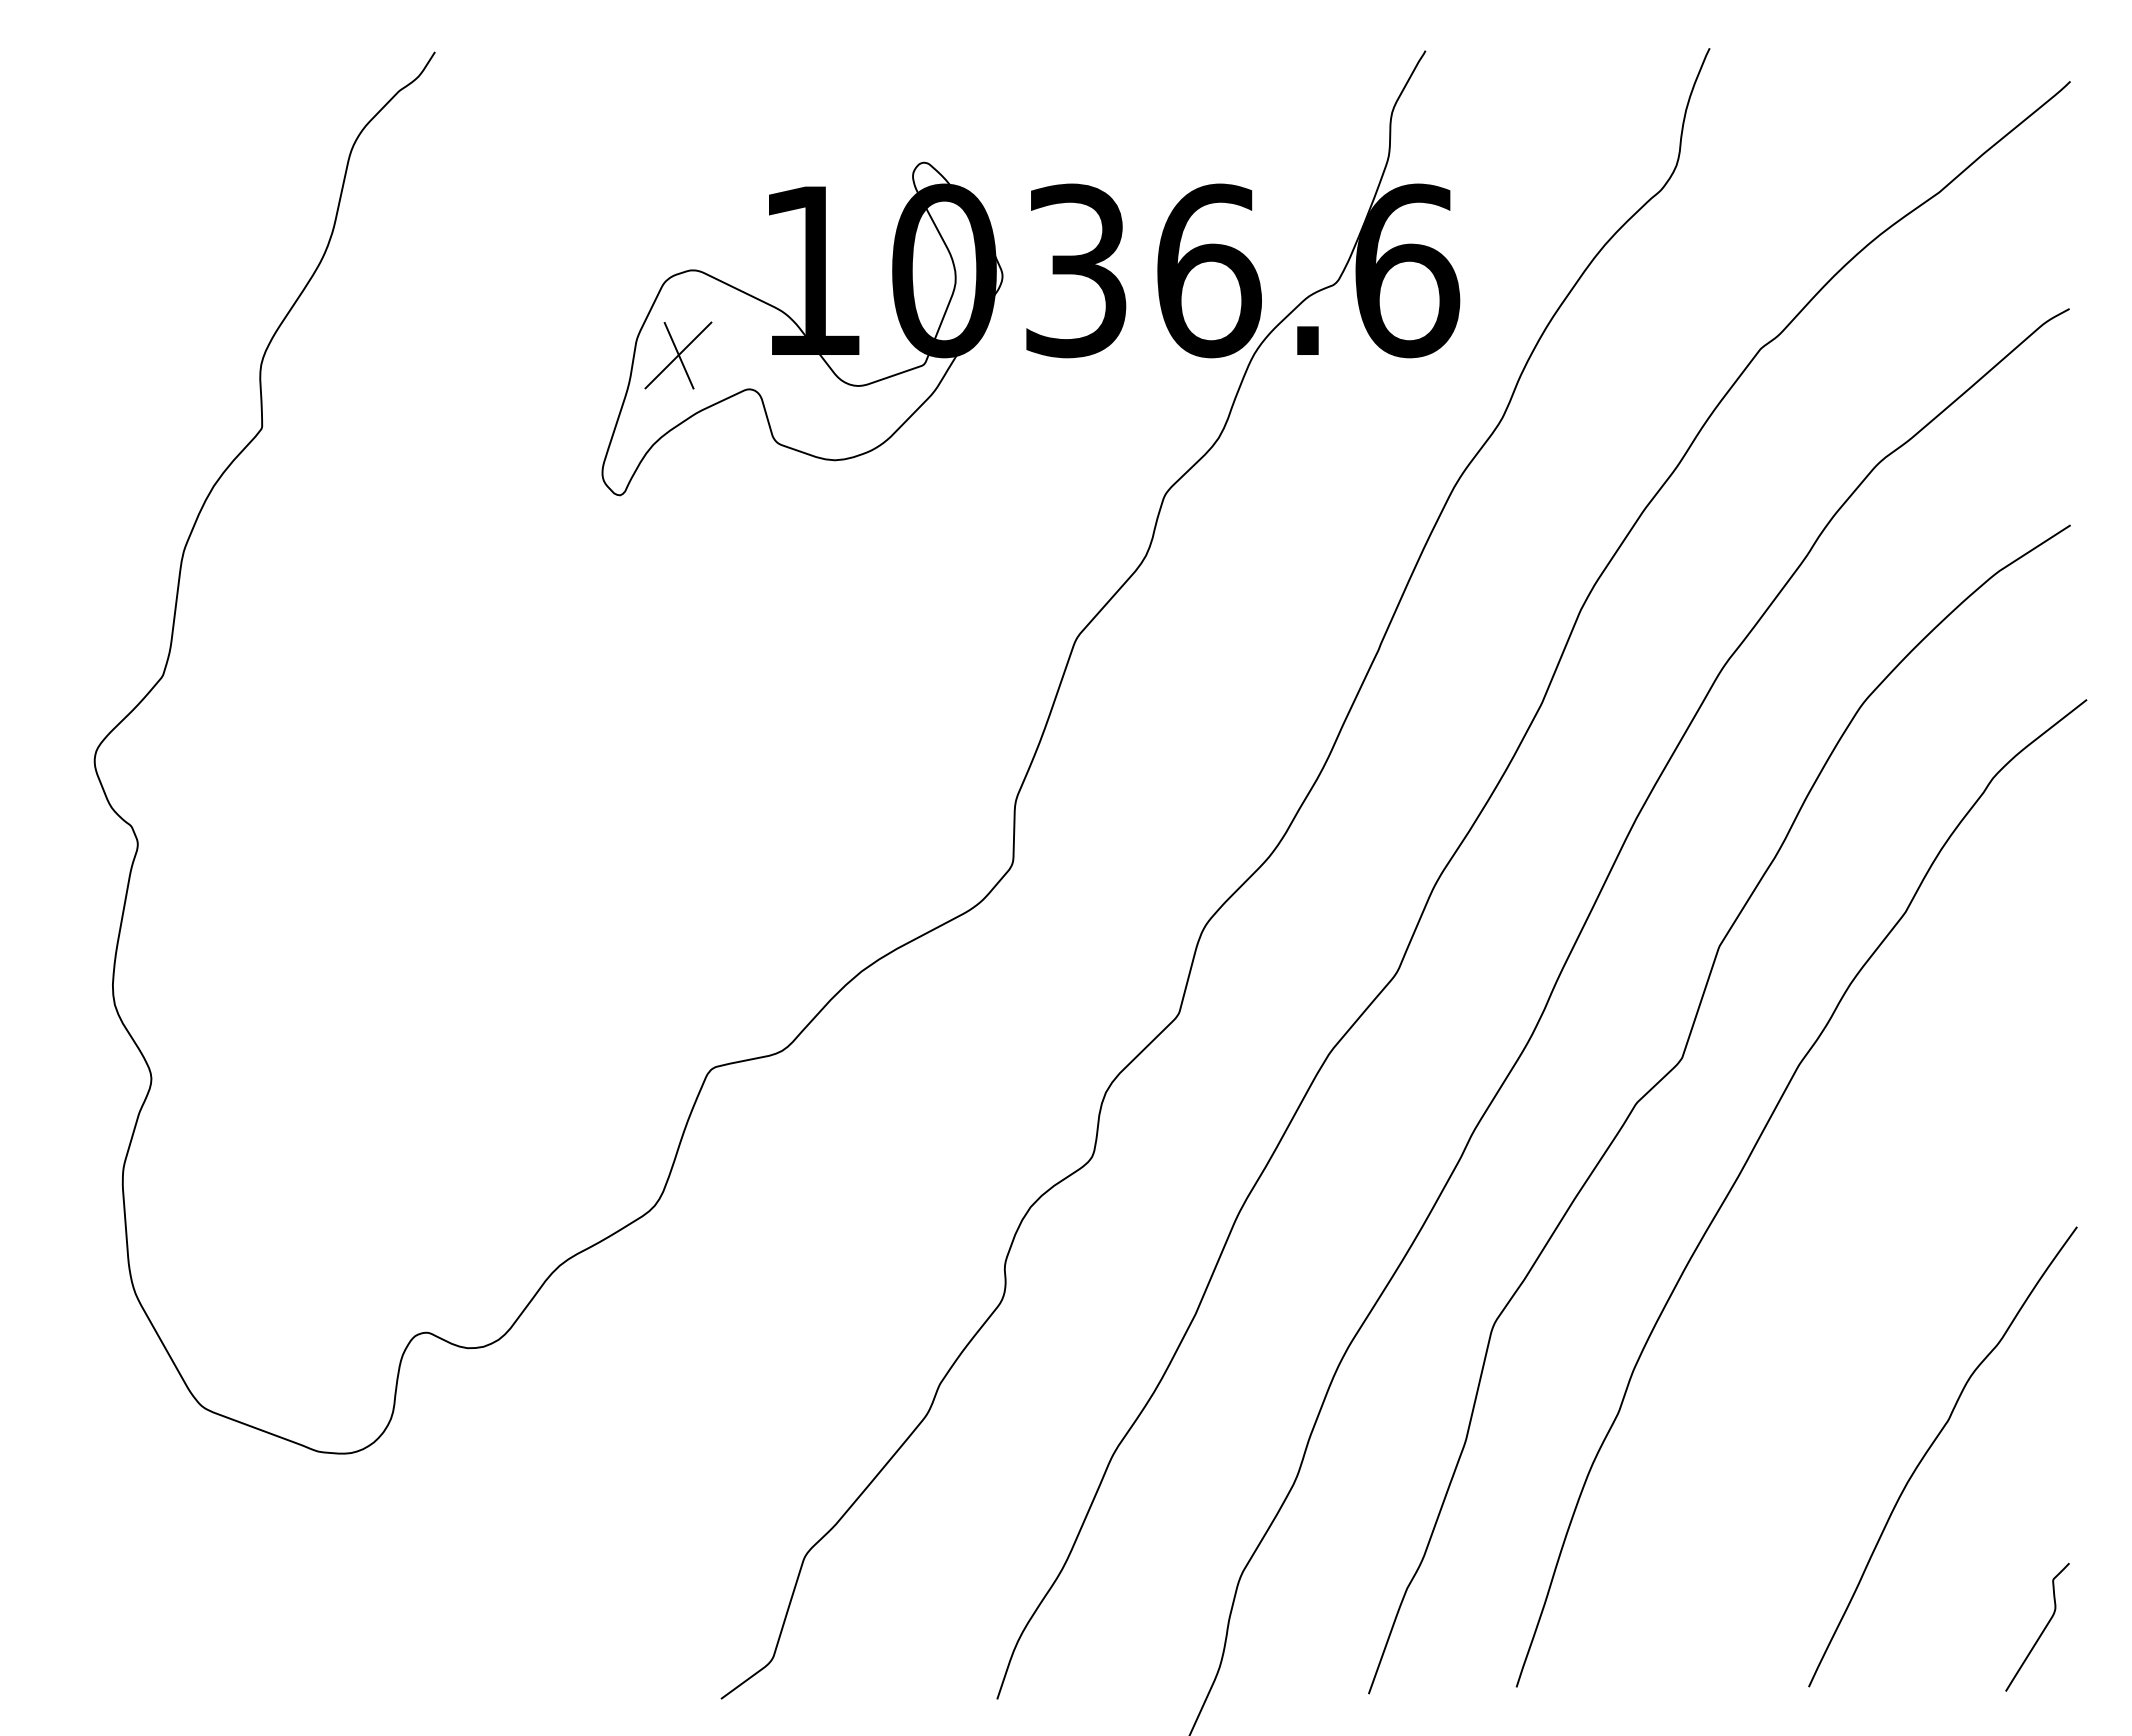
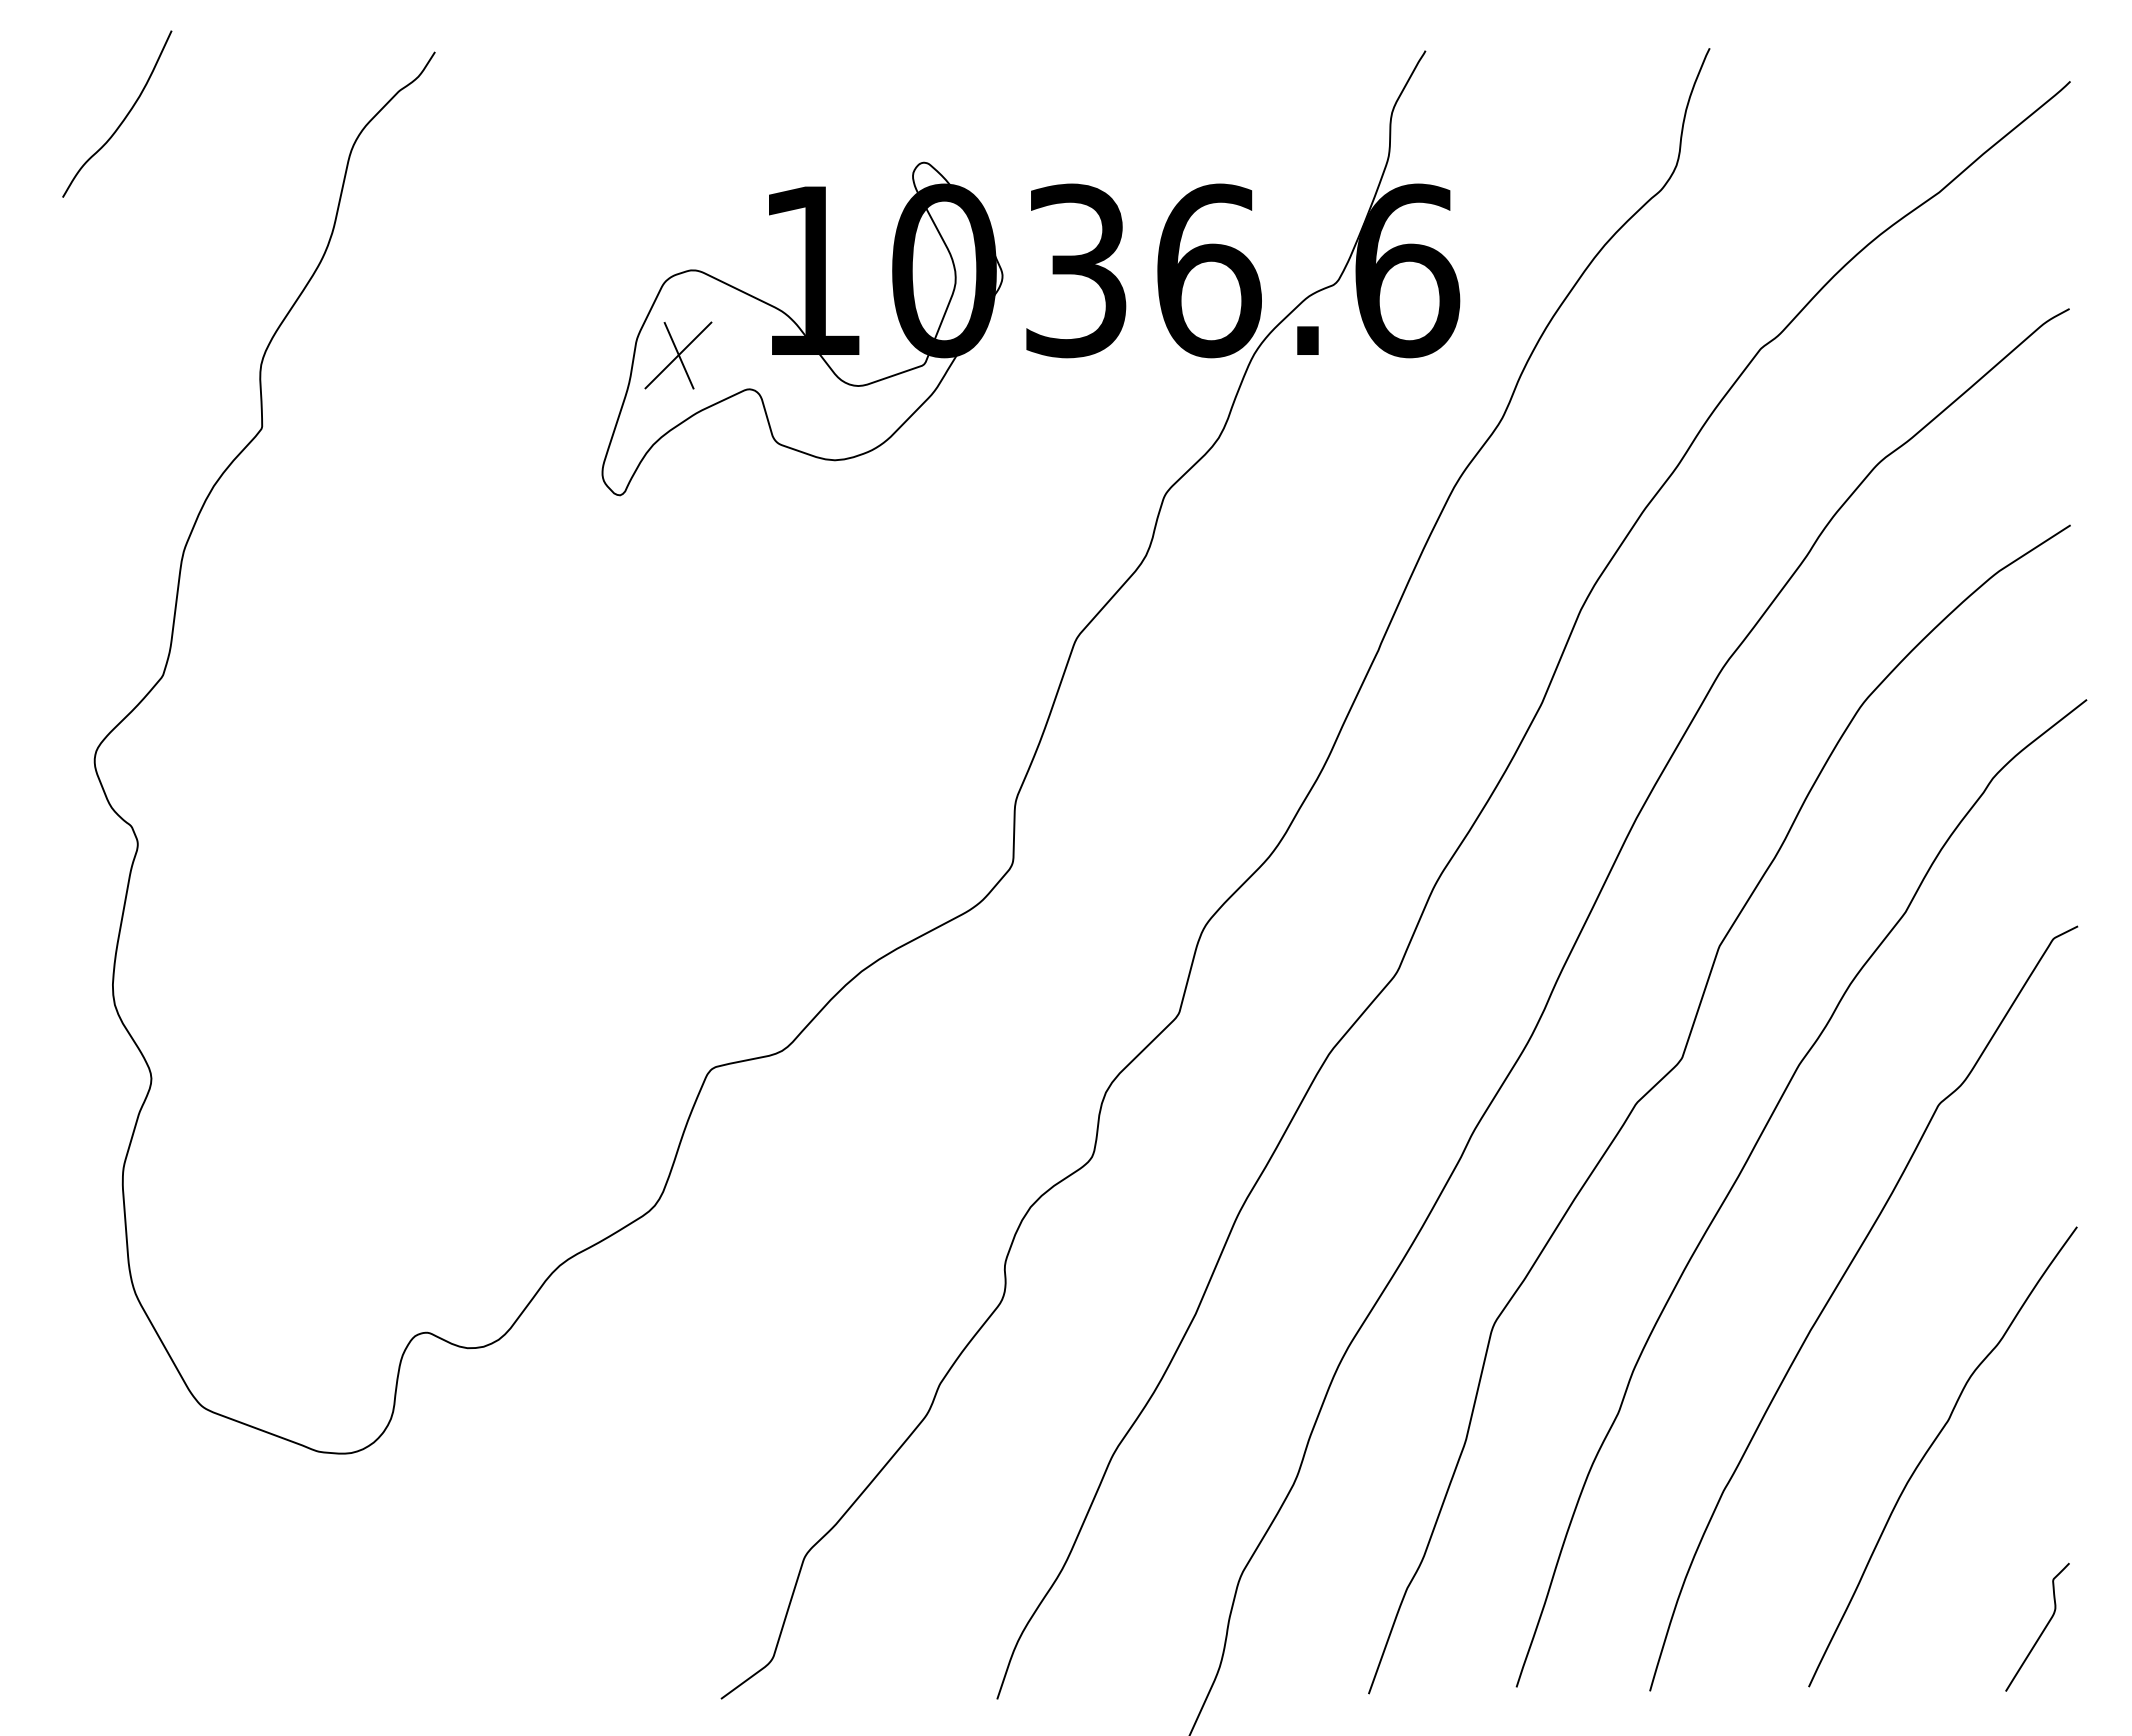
curve at (123, 118): none -> present
curve at (1835, 1291): none -> present
